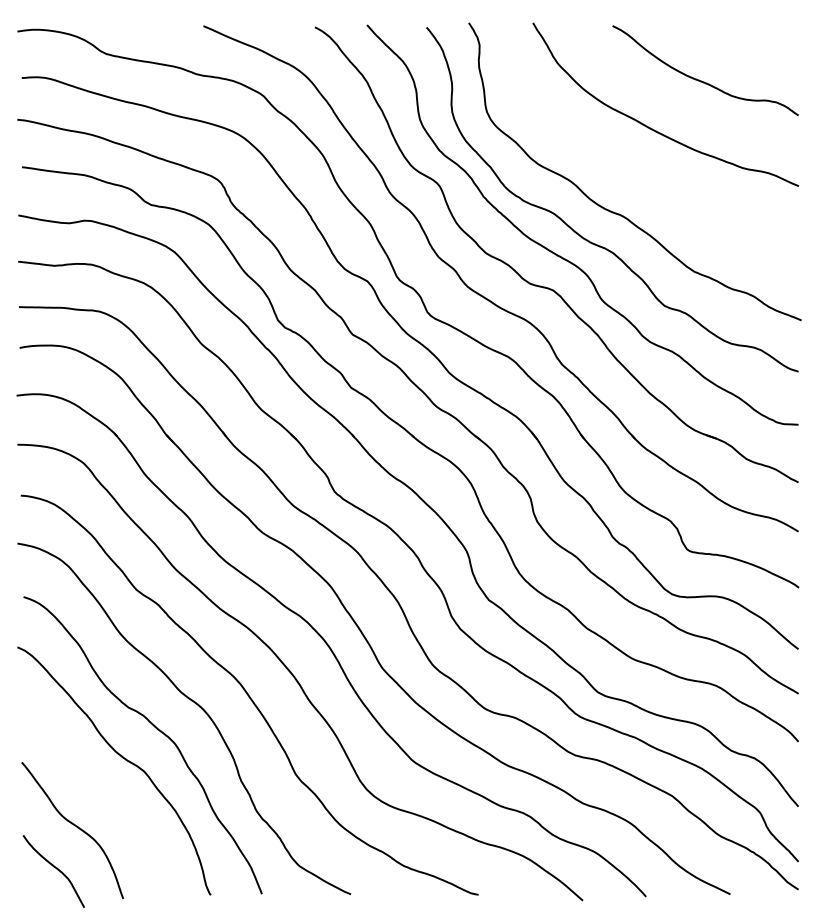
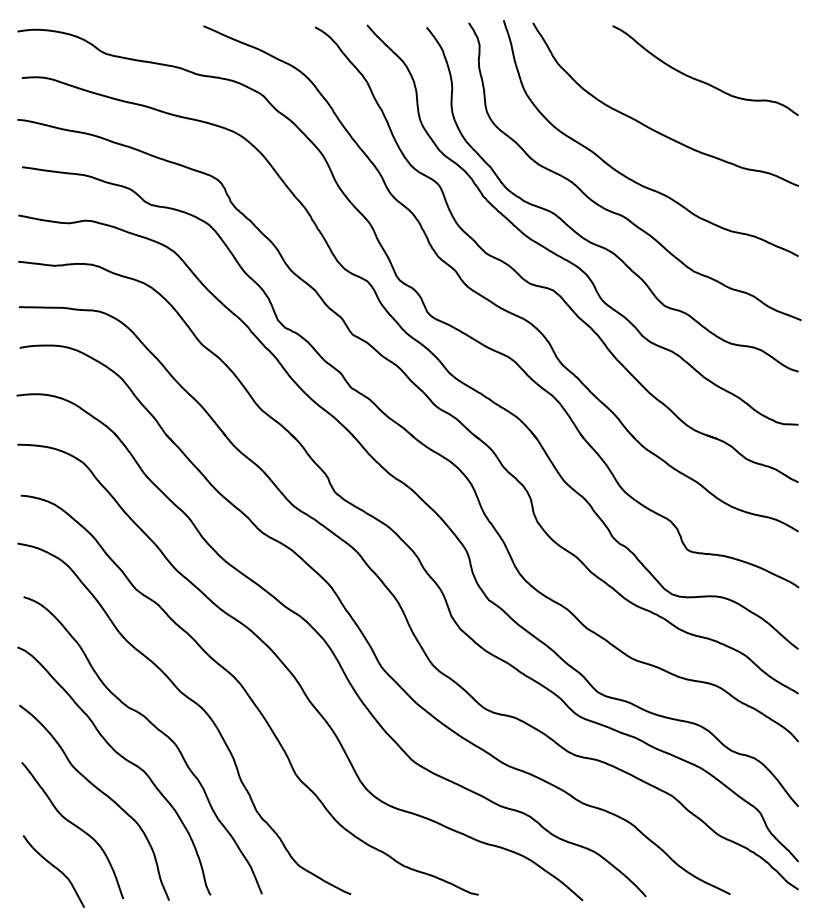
curve at (629, 177): none -> present
curve at (100, 792): none -> present
